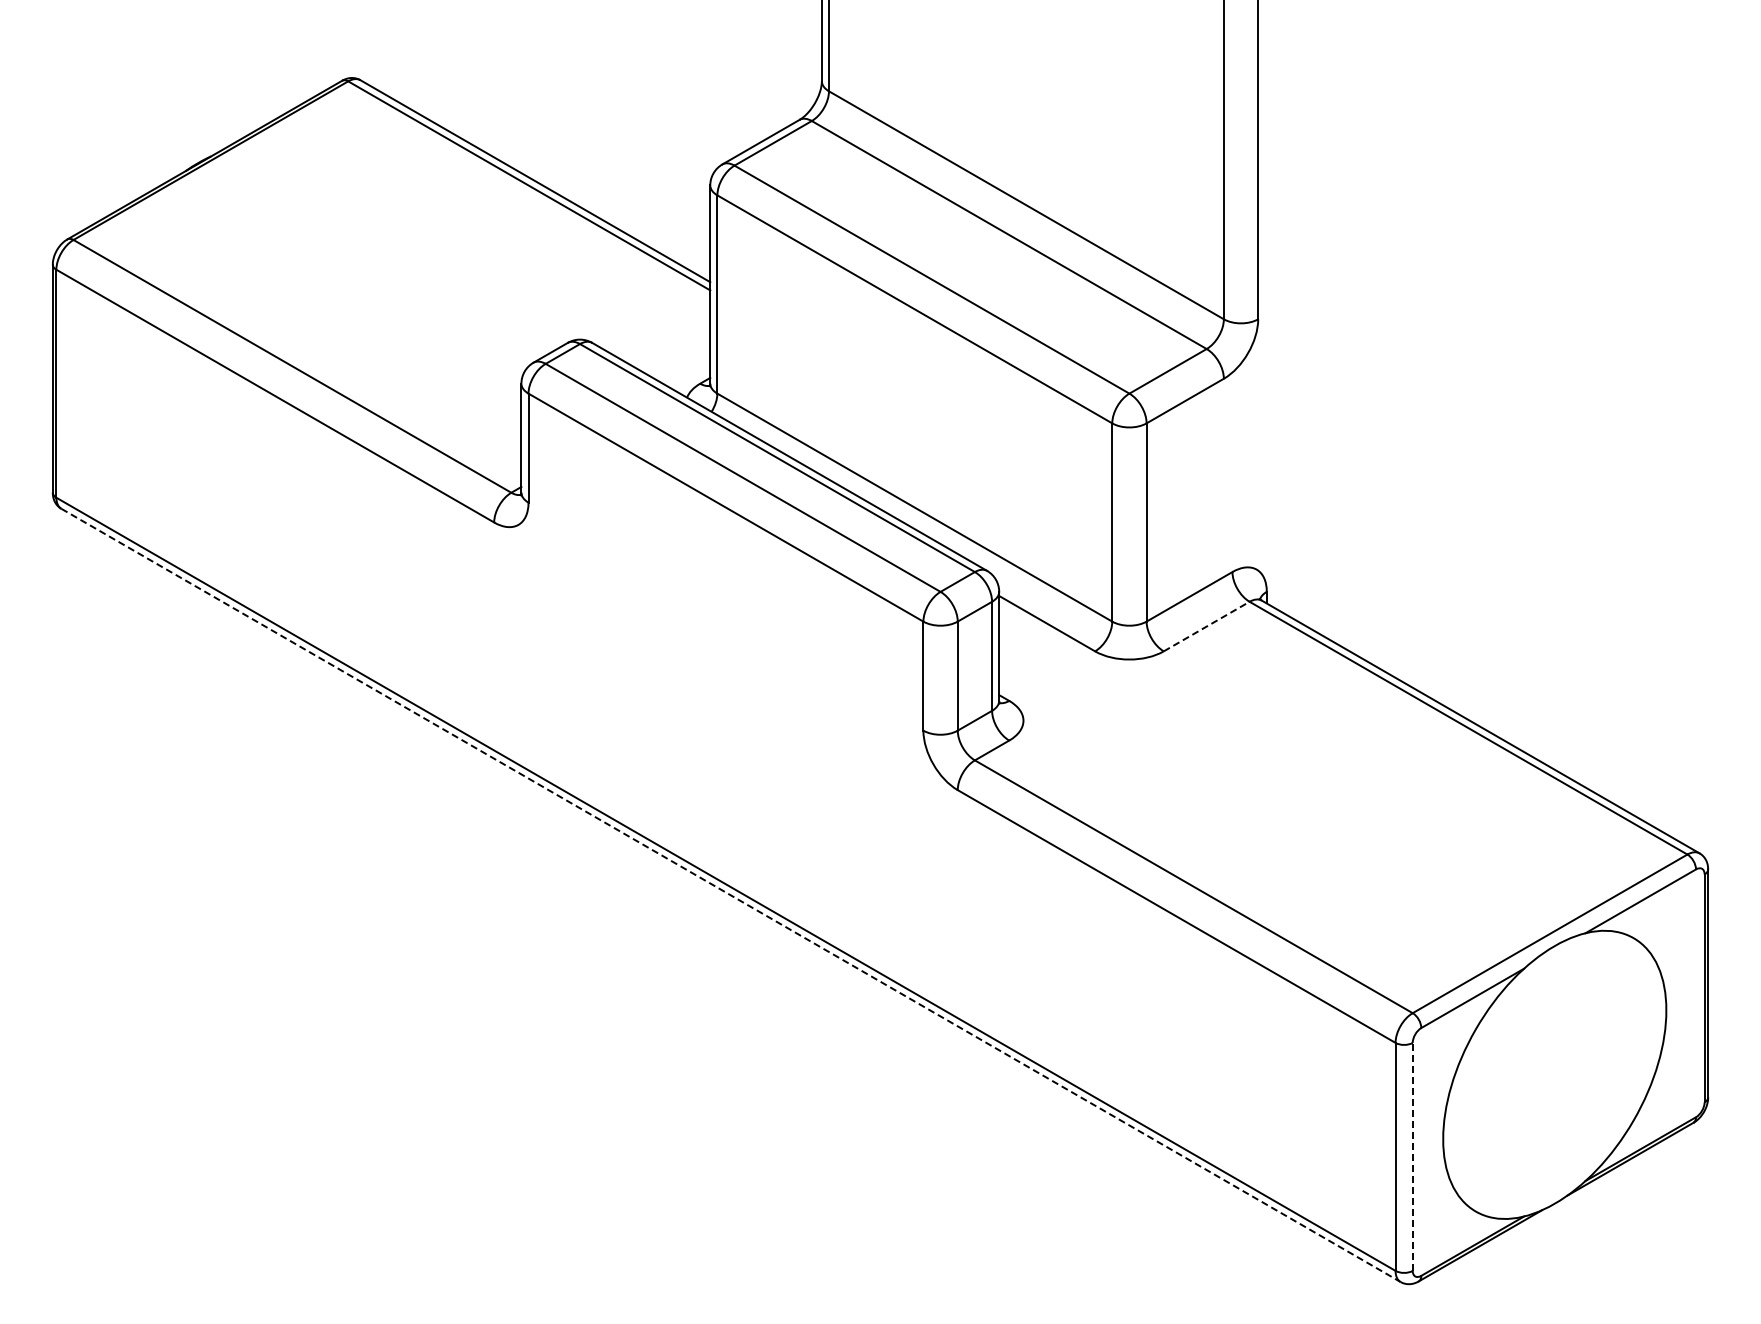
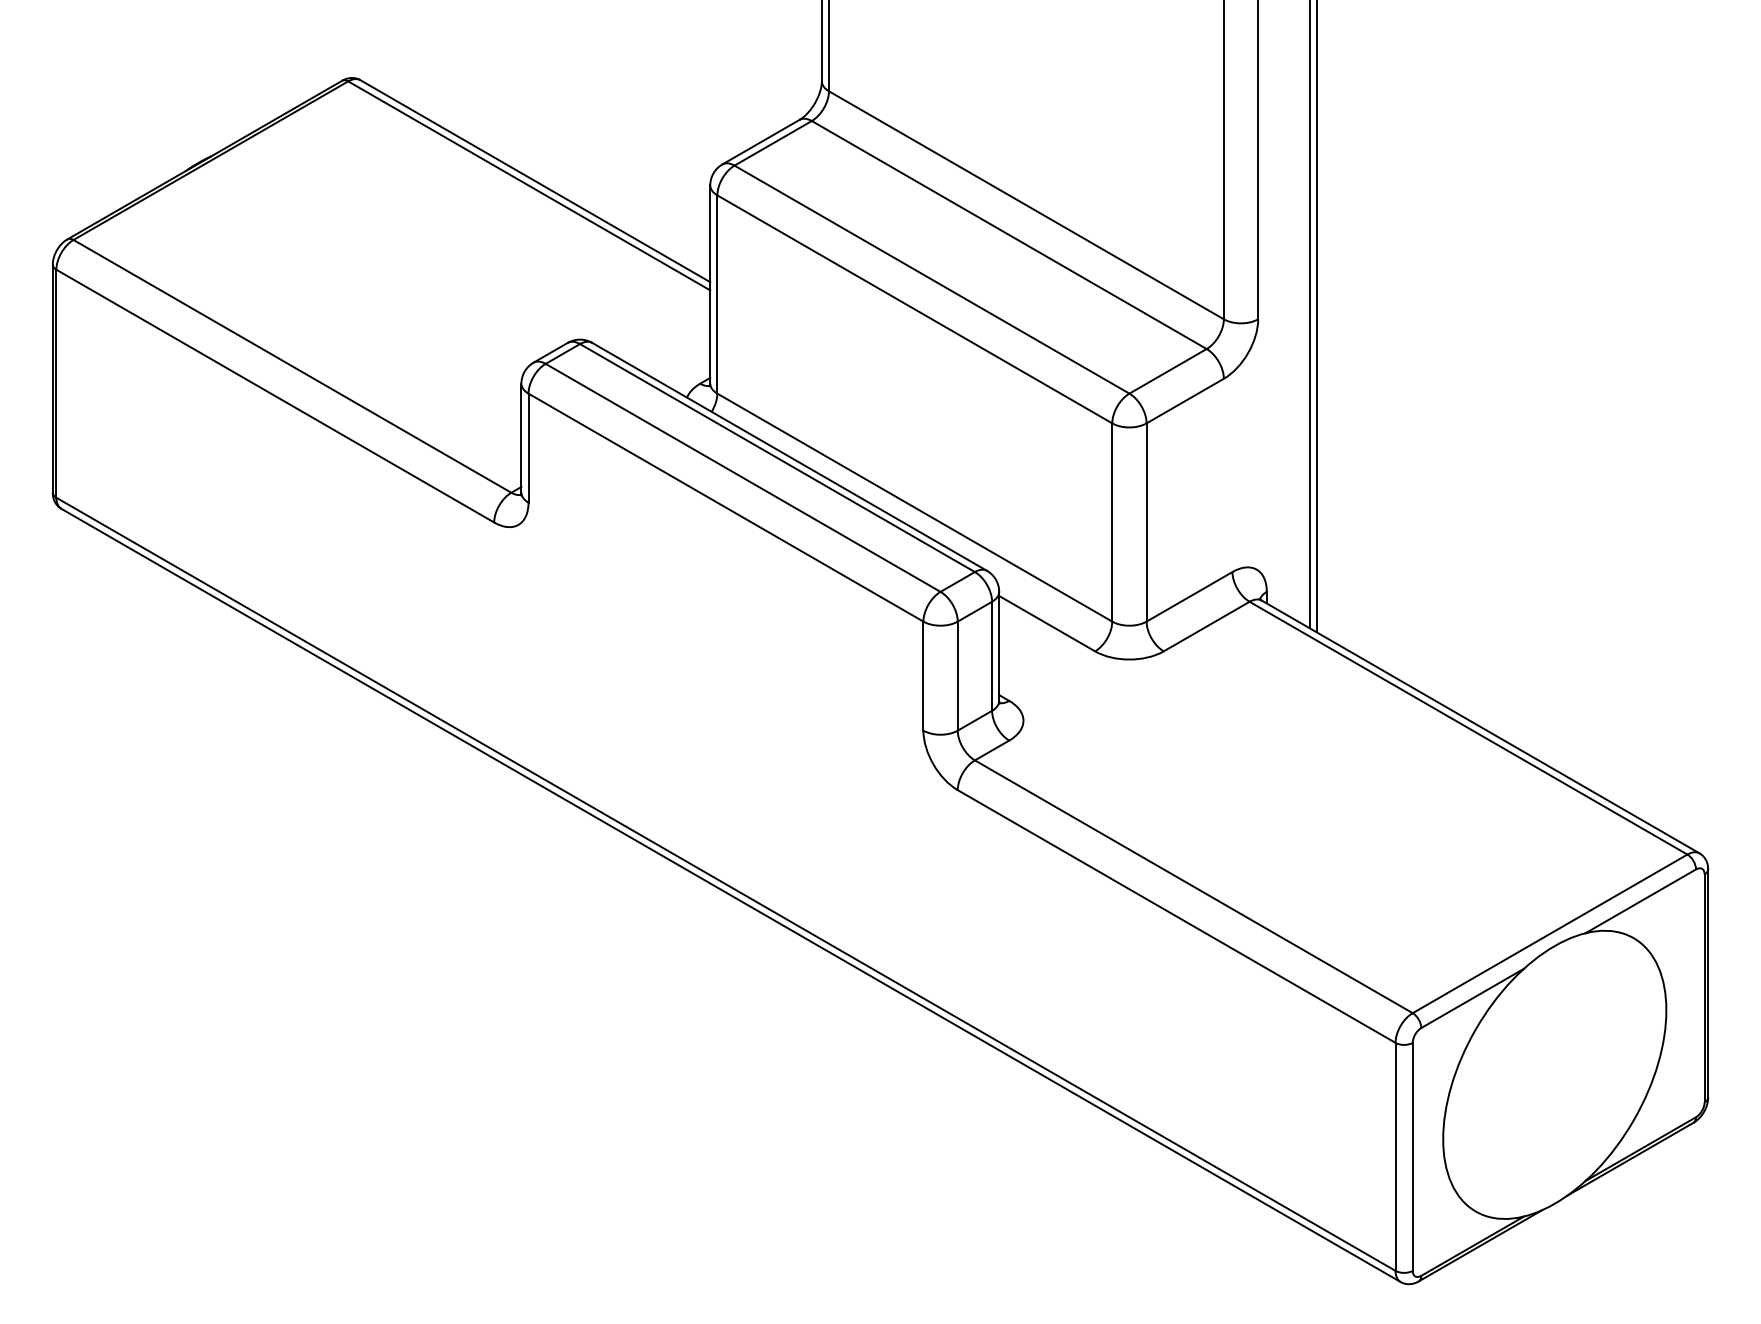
line at (1309, 315): none -> present
line at (1316, 317): none -> present
line at (1206, 626): dashed -> solid
line at (731, 895): dashed -> solid
line at (1412, 1156): dashed -> solid
